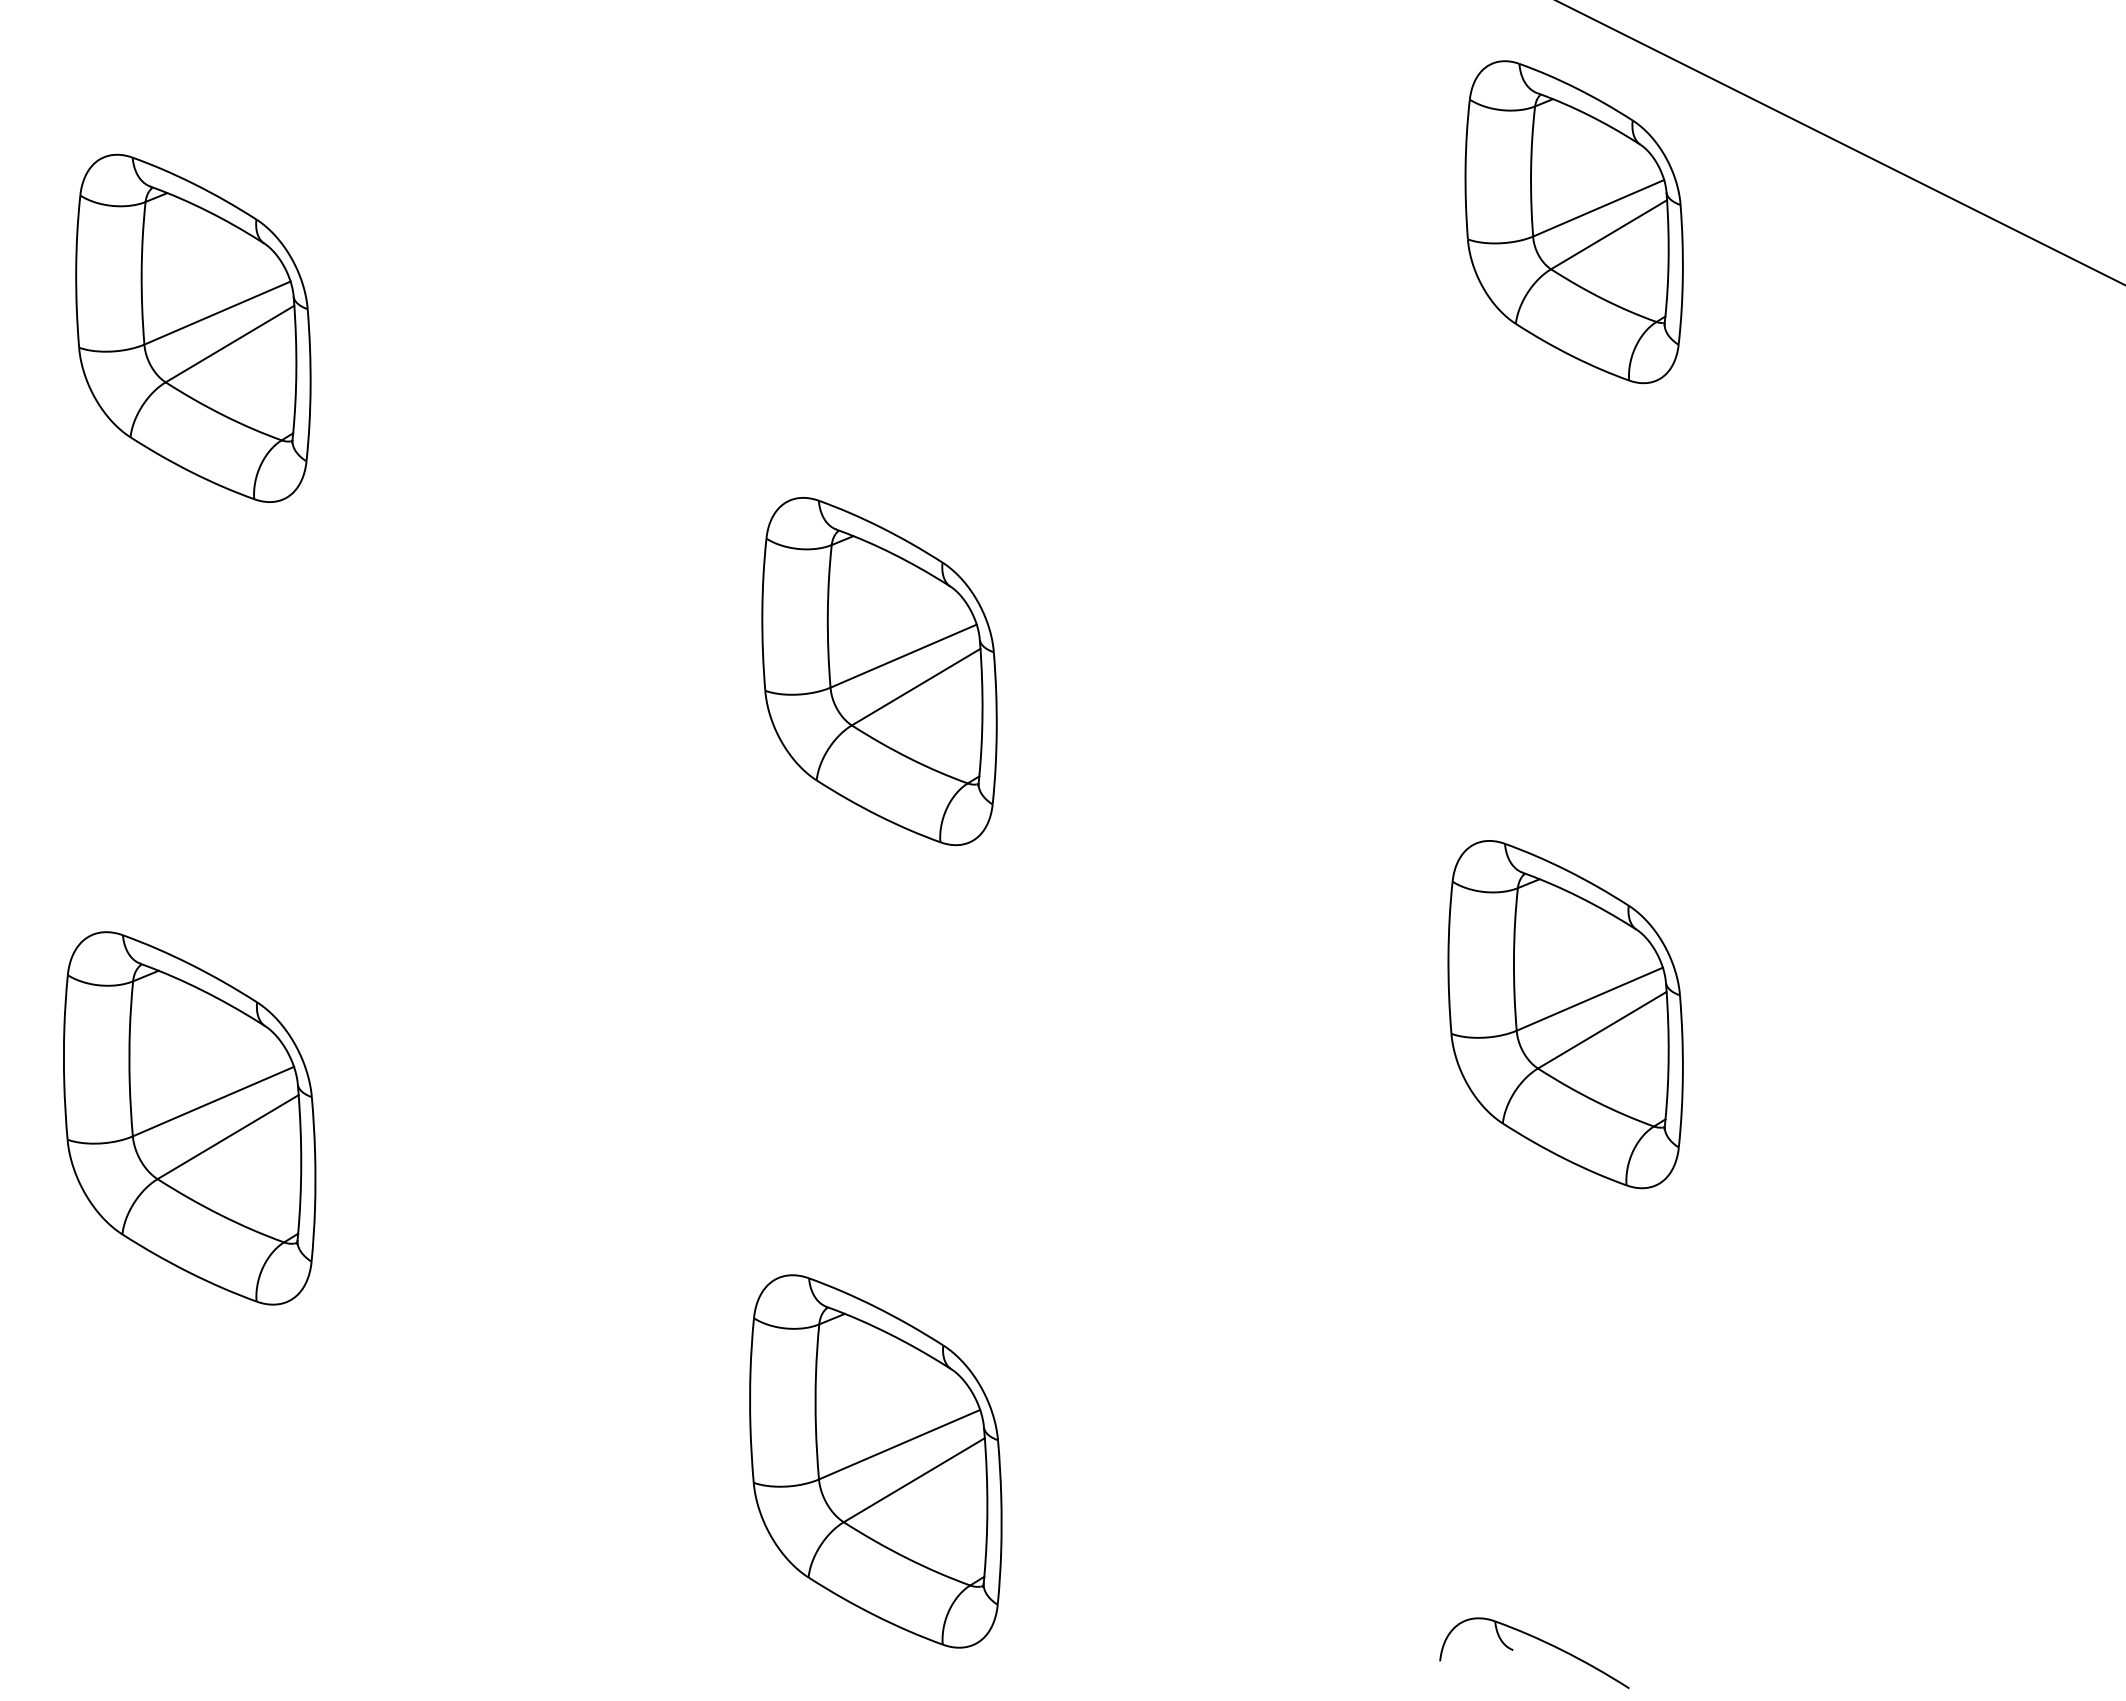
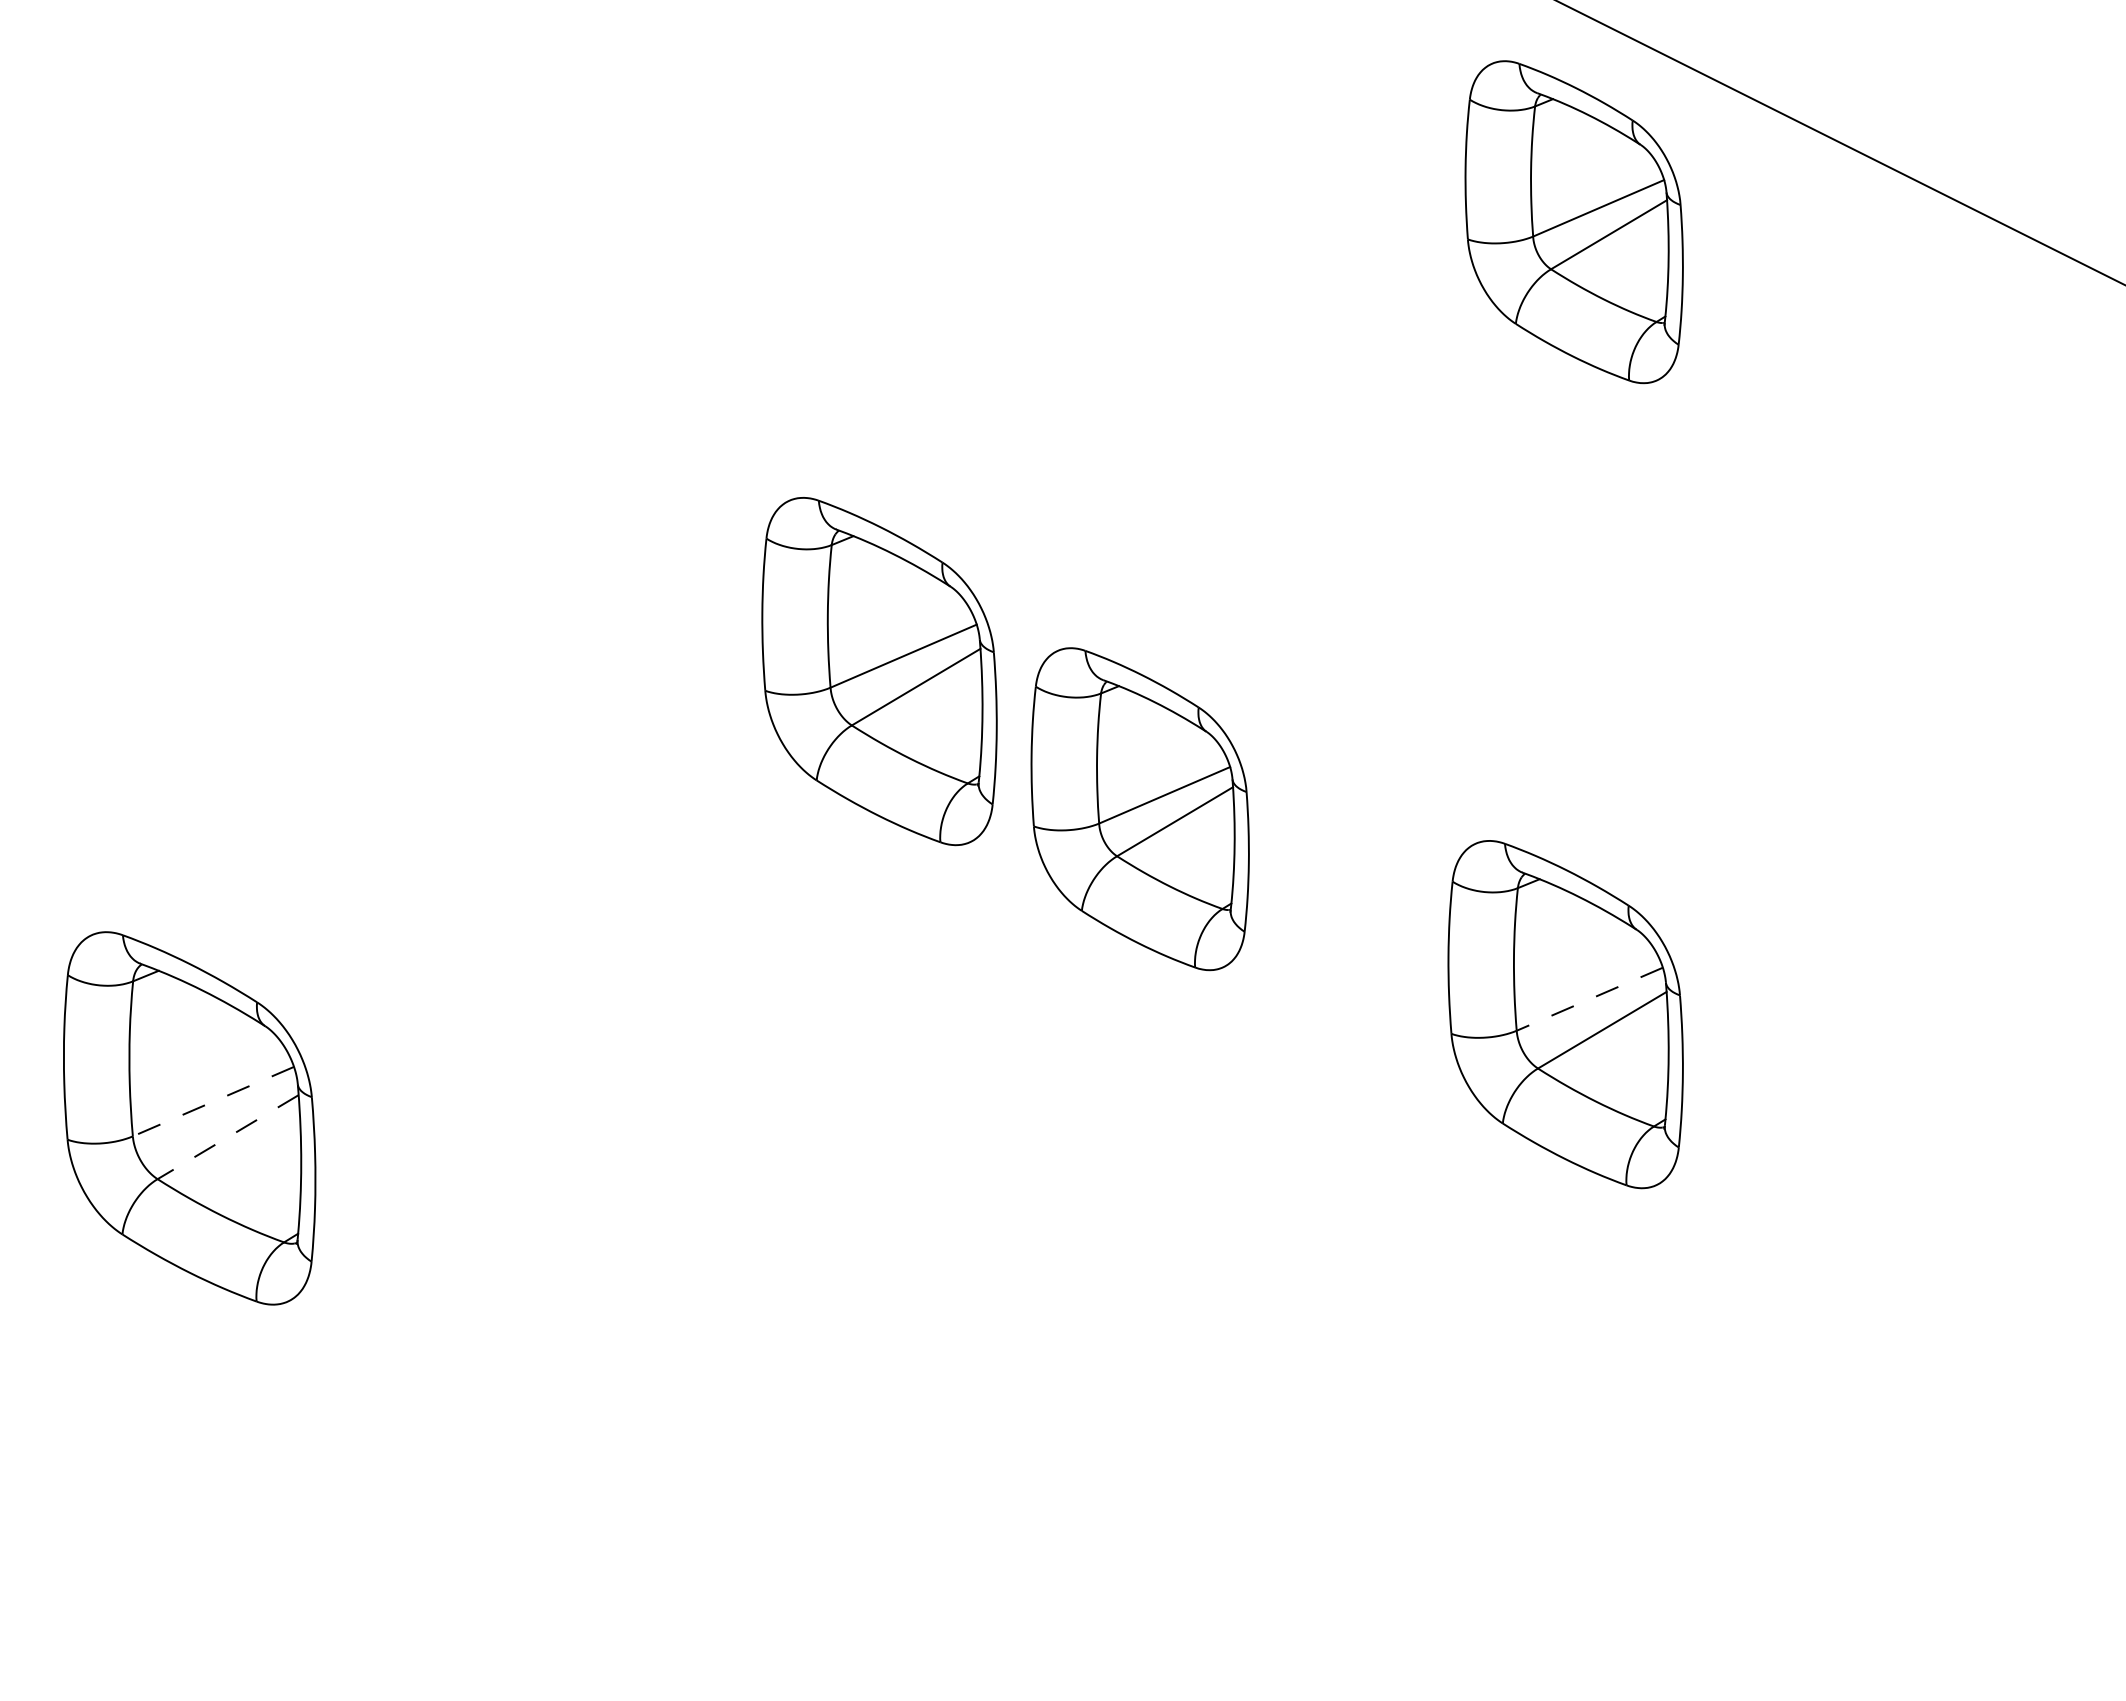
part at (193, 327): present -> none
part at (1139, 809): none -> present
line at (1589, 999): solid -> dashed
line at (213, 1101): solid -> dashed
line at (227, 1137): solid -> dashed
part at (875, 1461): present -> none
part at (1539, 1640): present -> none
